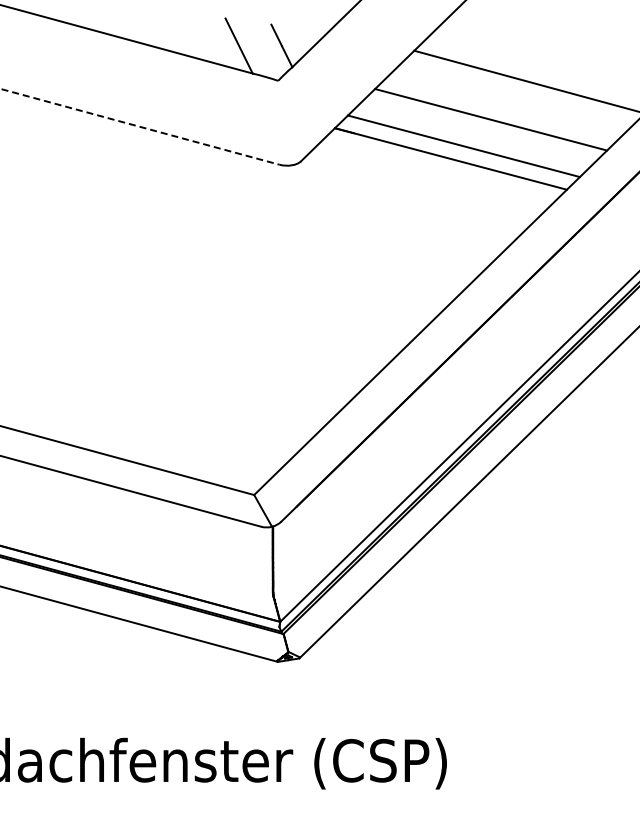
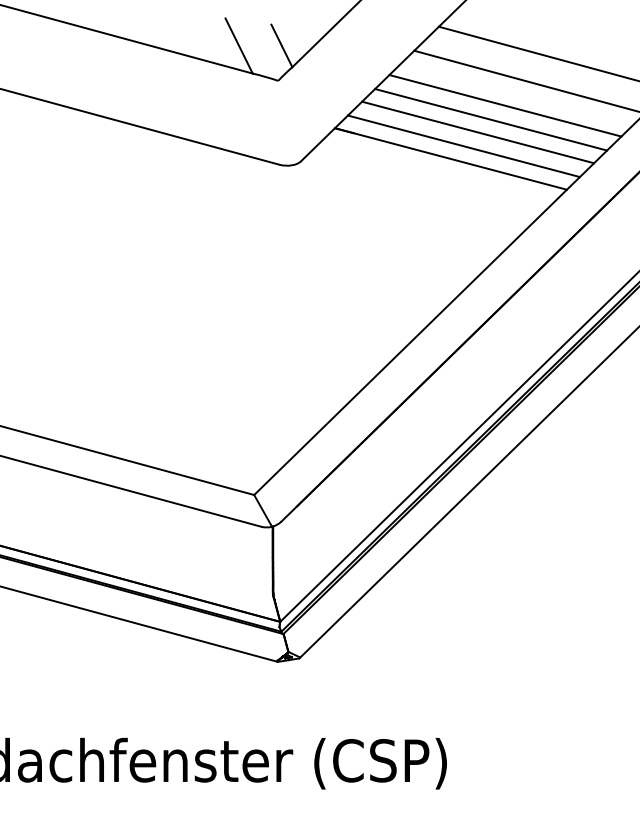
line at (537, 53): none -> present
line at (505, 105): none -> present
line at (139, 126): dashed -> solid
line at (478, 132): none -> present
